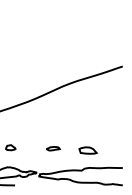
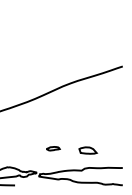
part at (10, 147): present -> none
